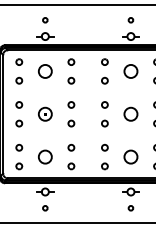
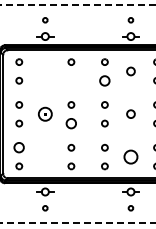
line at (77, 5): solid -> dashed
circle at (45, 71): present -> none
circle at (130, 71) size: 16x15 px -> 10x11 px
circle at (71, 80): present -> none
circle at (104, 80) size: 8x9 px -> 12x12 px
circle at (130, 113) size: 16x16 px -> 10x10 px
circle at (71, 123) size: 9x9 px -> 12x12 px
circle at (19, 147) size: 9x8 px -> 12x12 px
circle at (45, 156): present -> none
line at (77, 223): solid -> dashed
